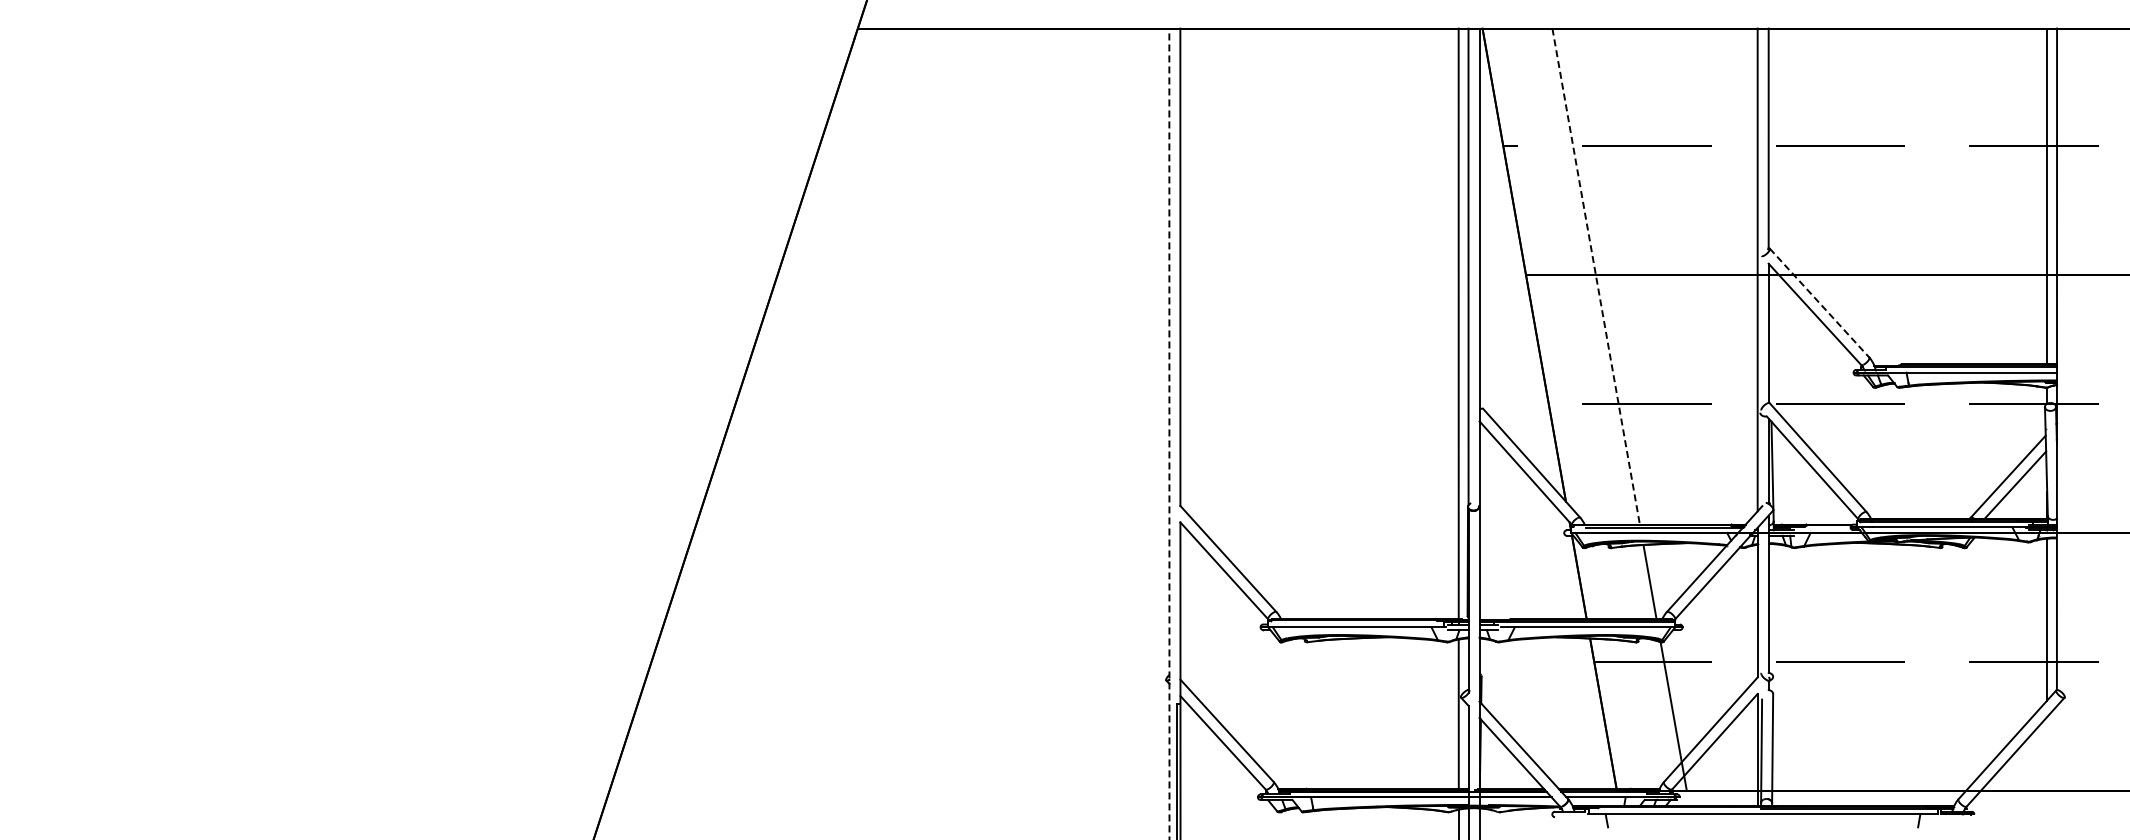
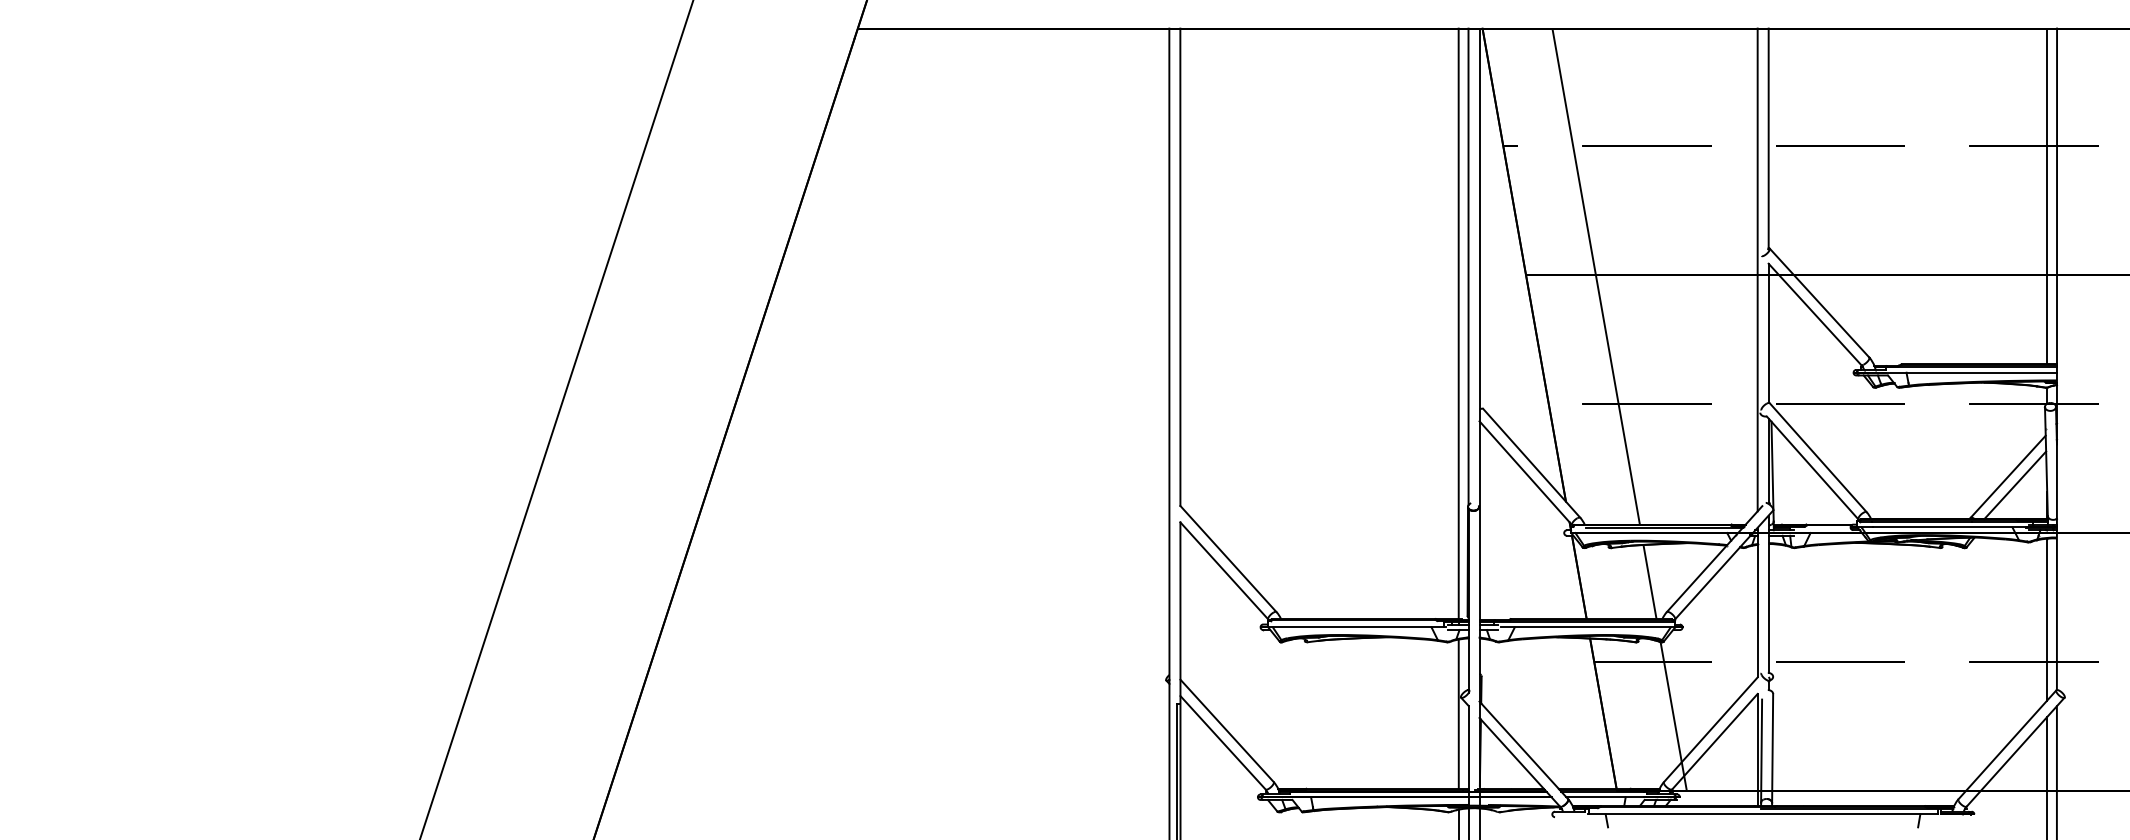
line at (1596, 276): dashed -> solid
line at (1819, 303): dashed -> solid
line at (556, 419): none -> present
line at (1169, 433): dashed -> solid
line at (2056, 771): none -> present
line at (2047, 776): none -> present
